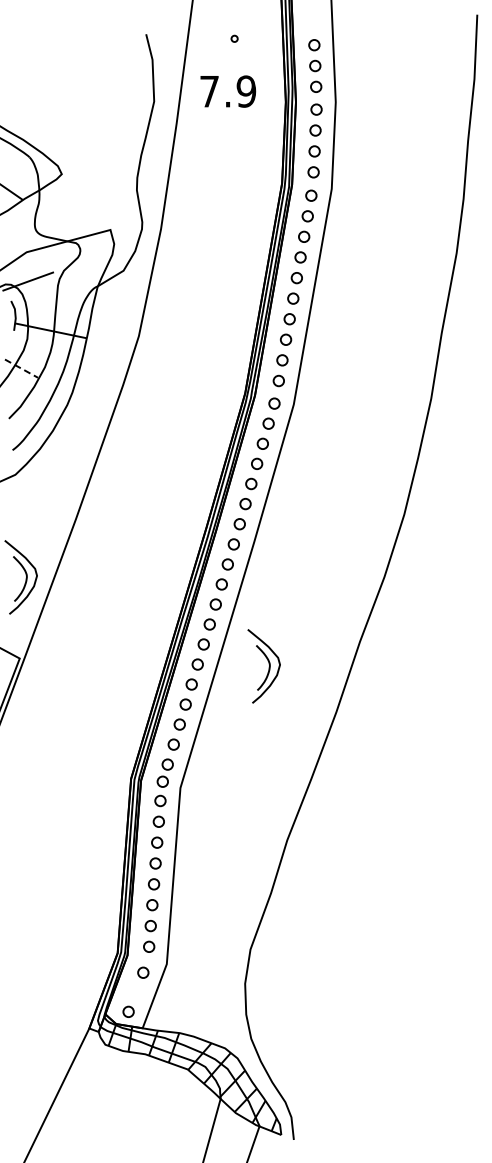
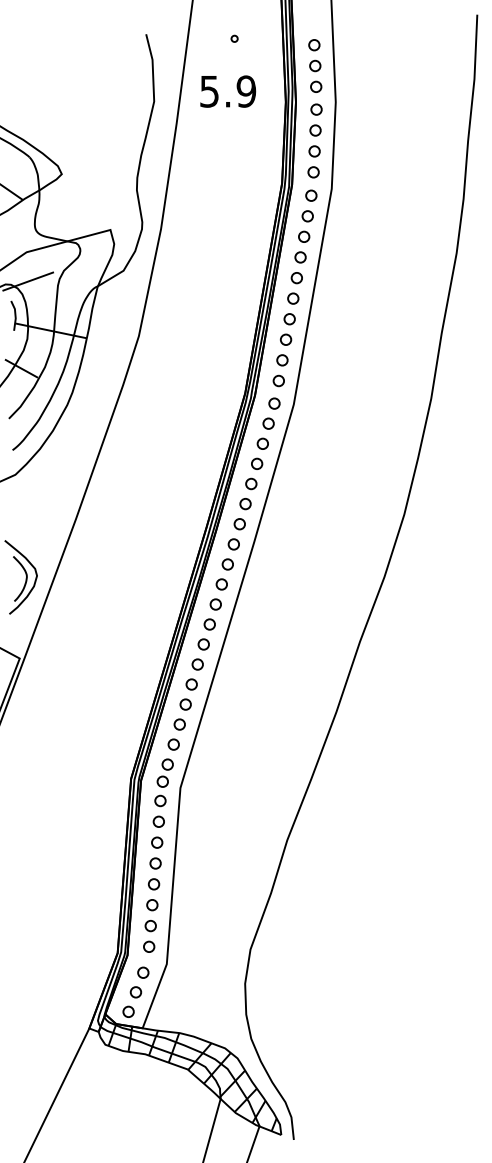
text at (209, 91): 7.9 -> 5.9
line at (21, 368): dashed -> solid
part at (263, 666): present -> none
part at (135, 992): none -> present
